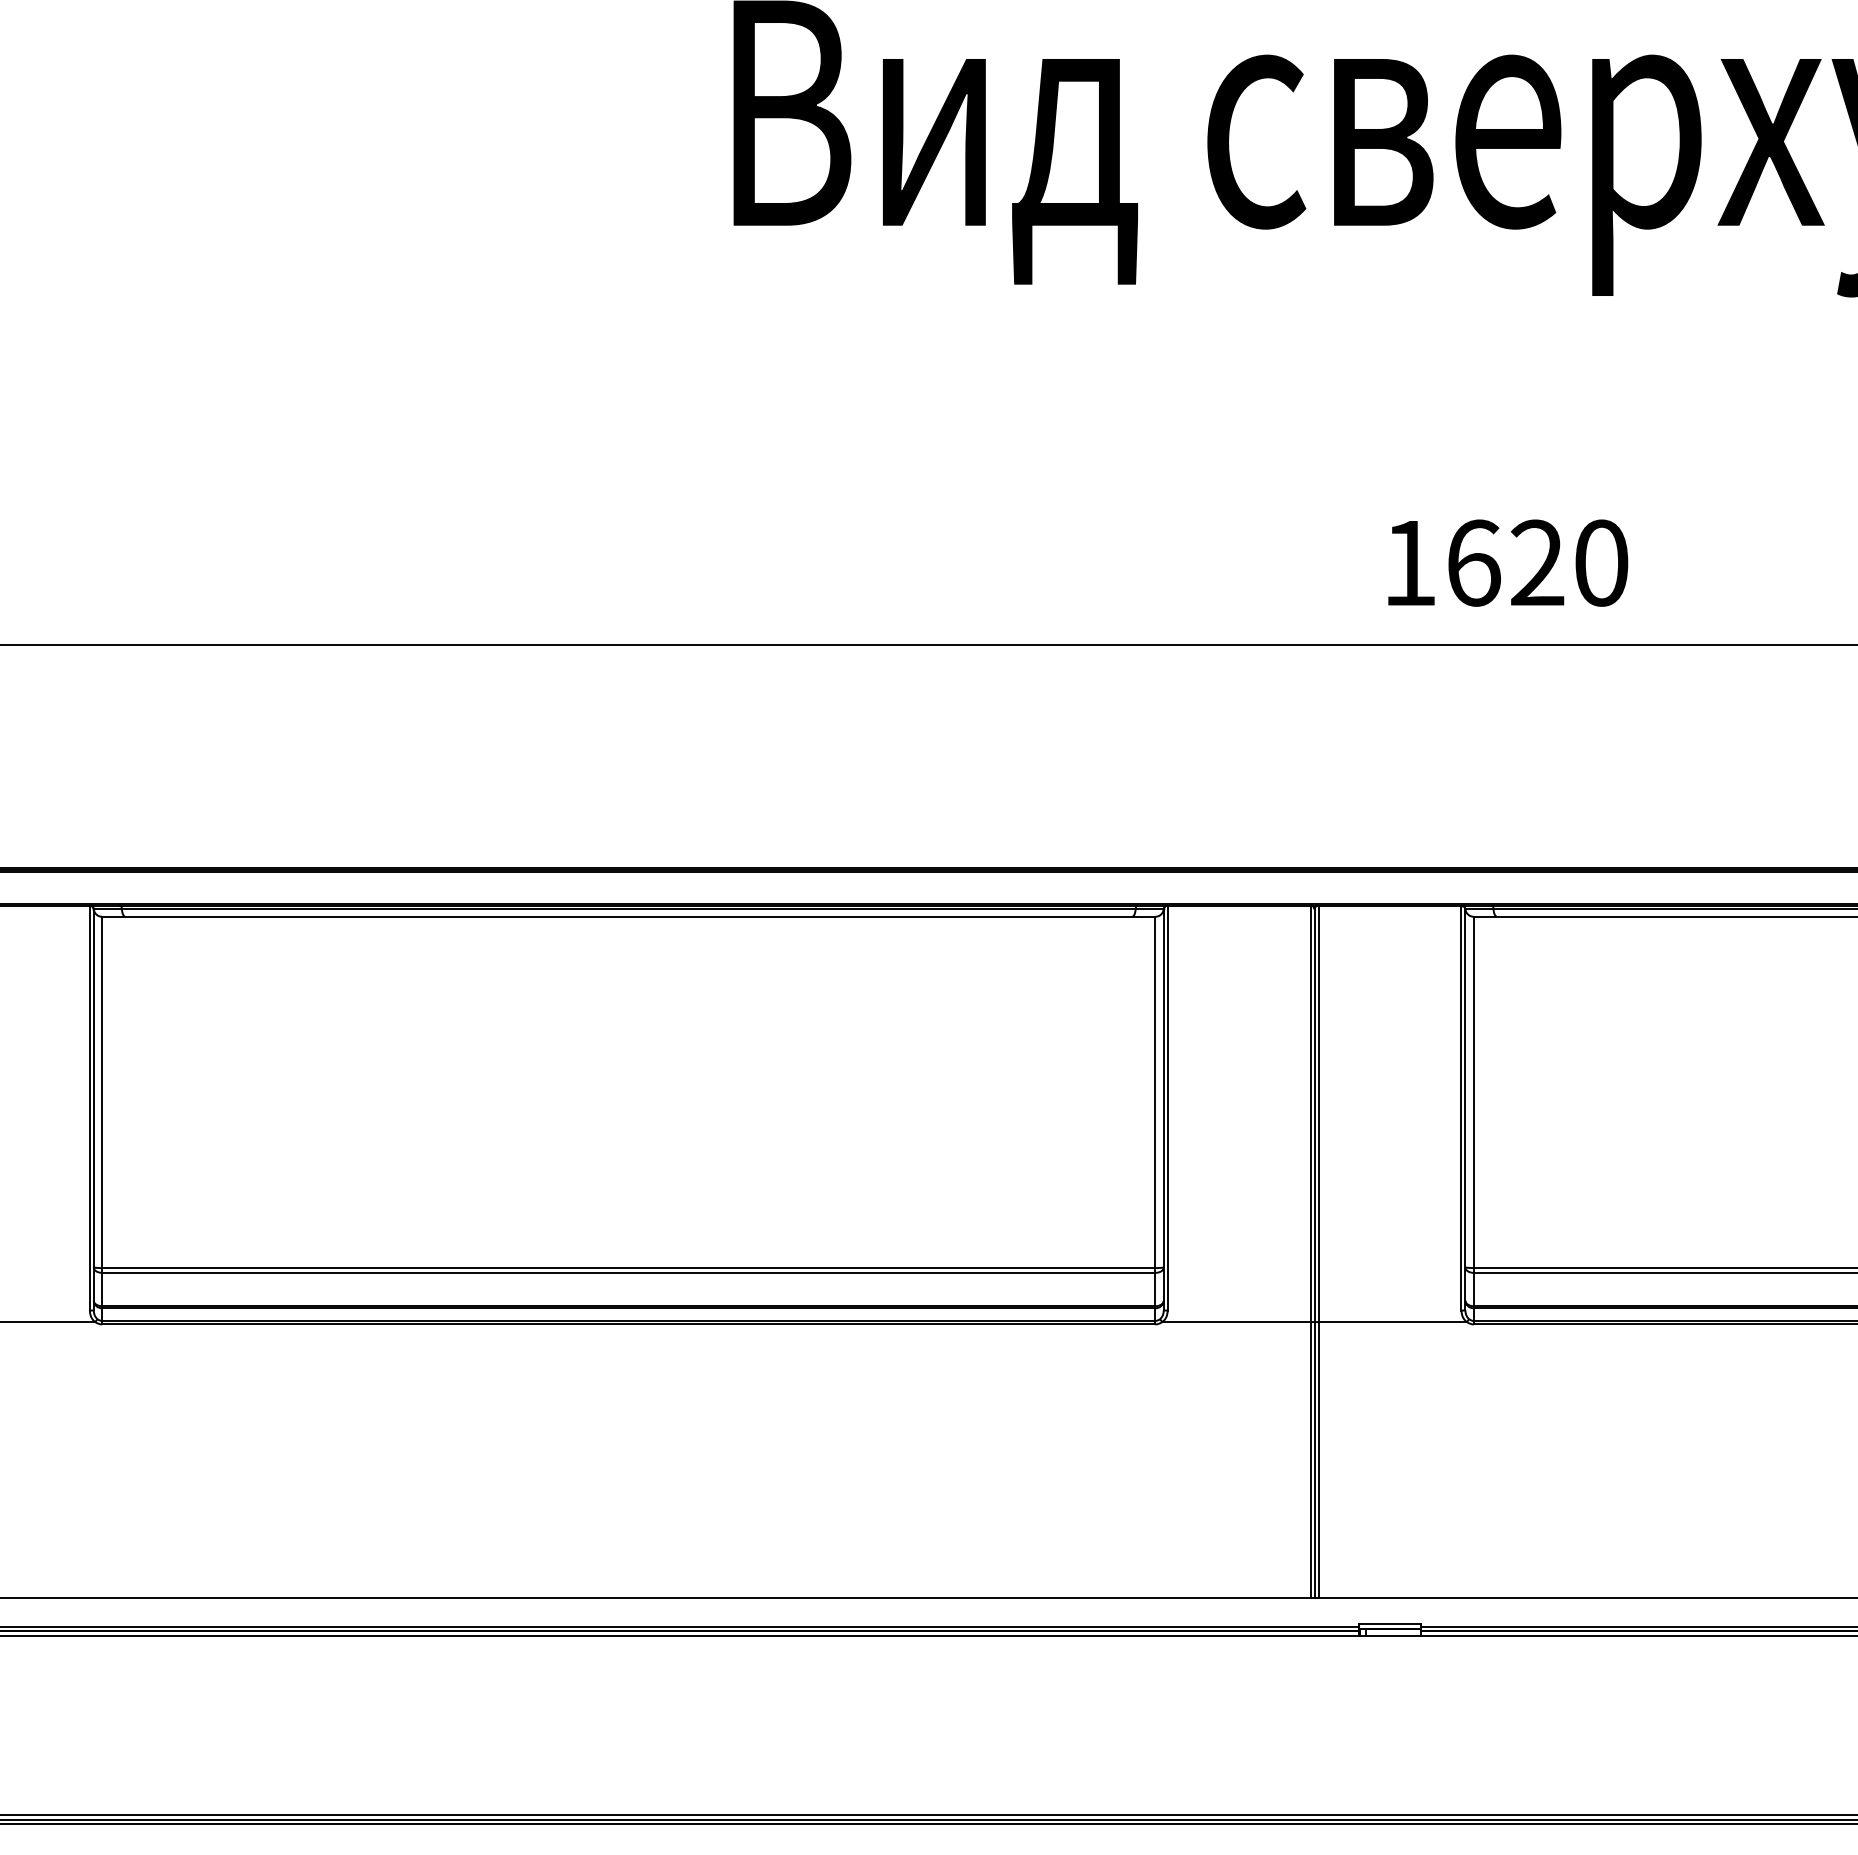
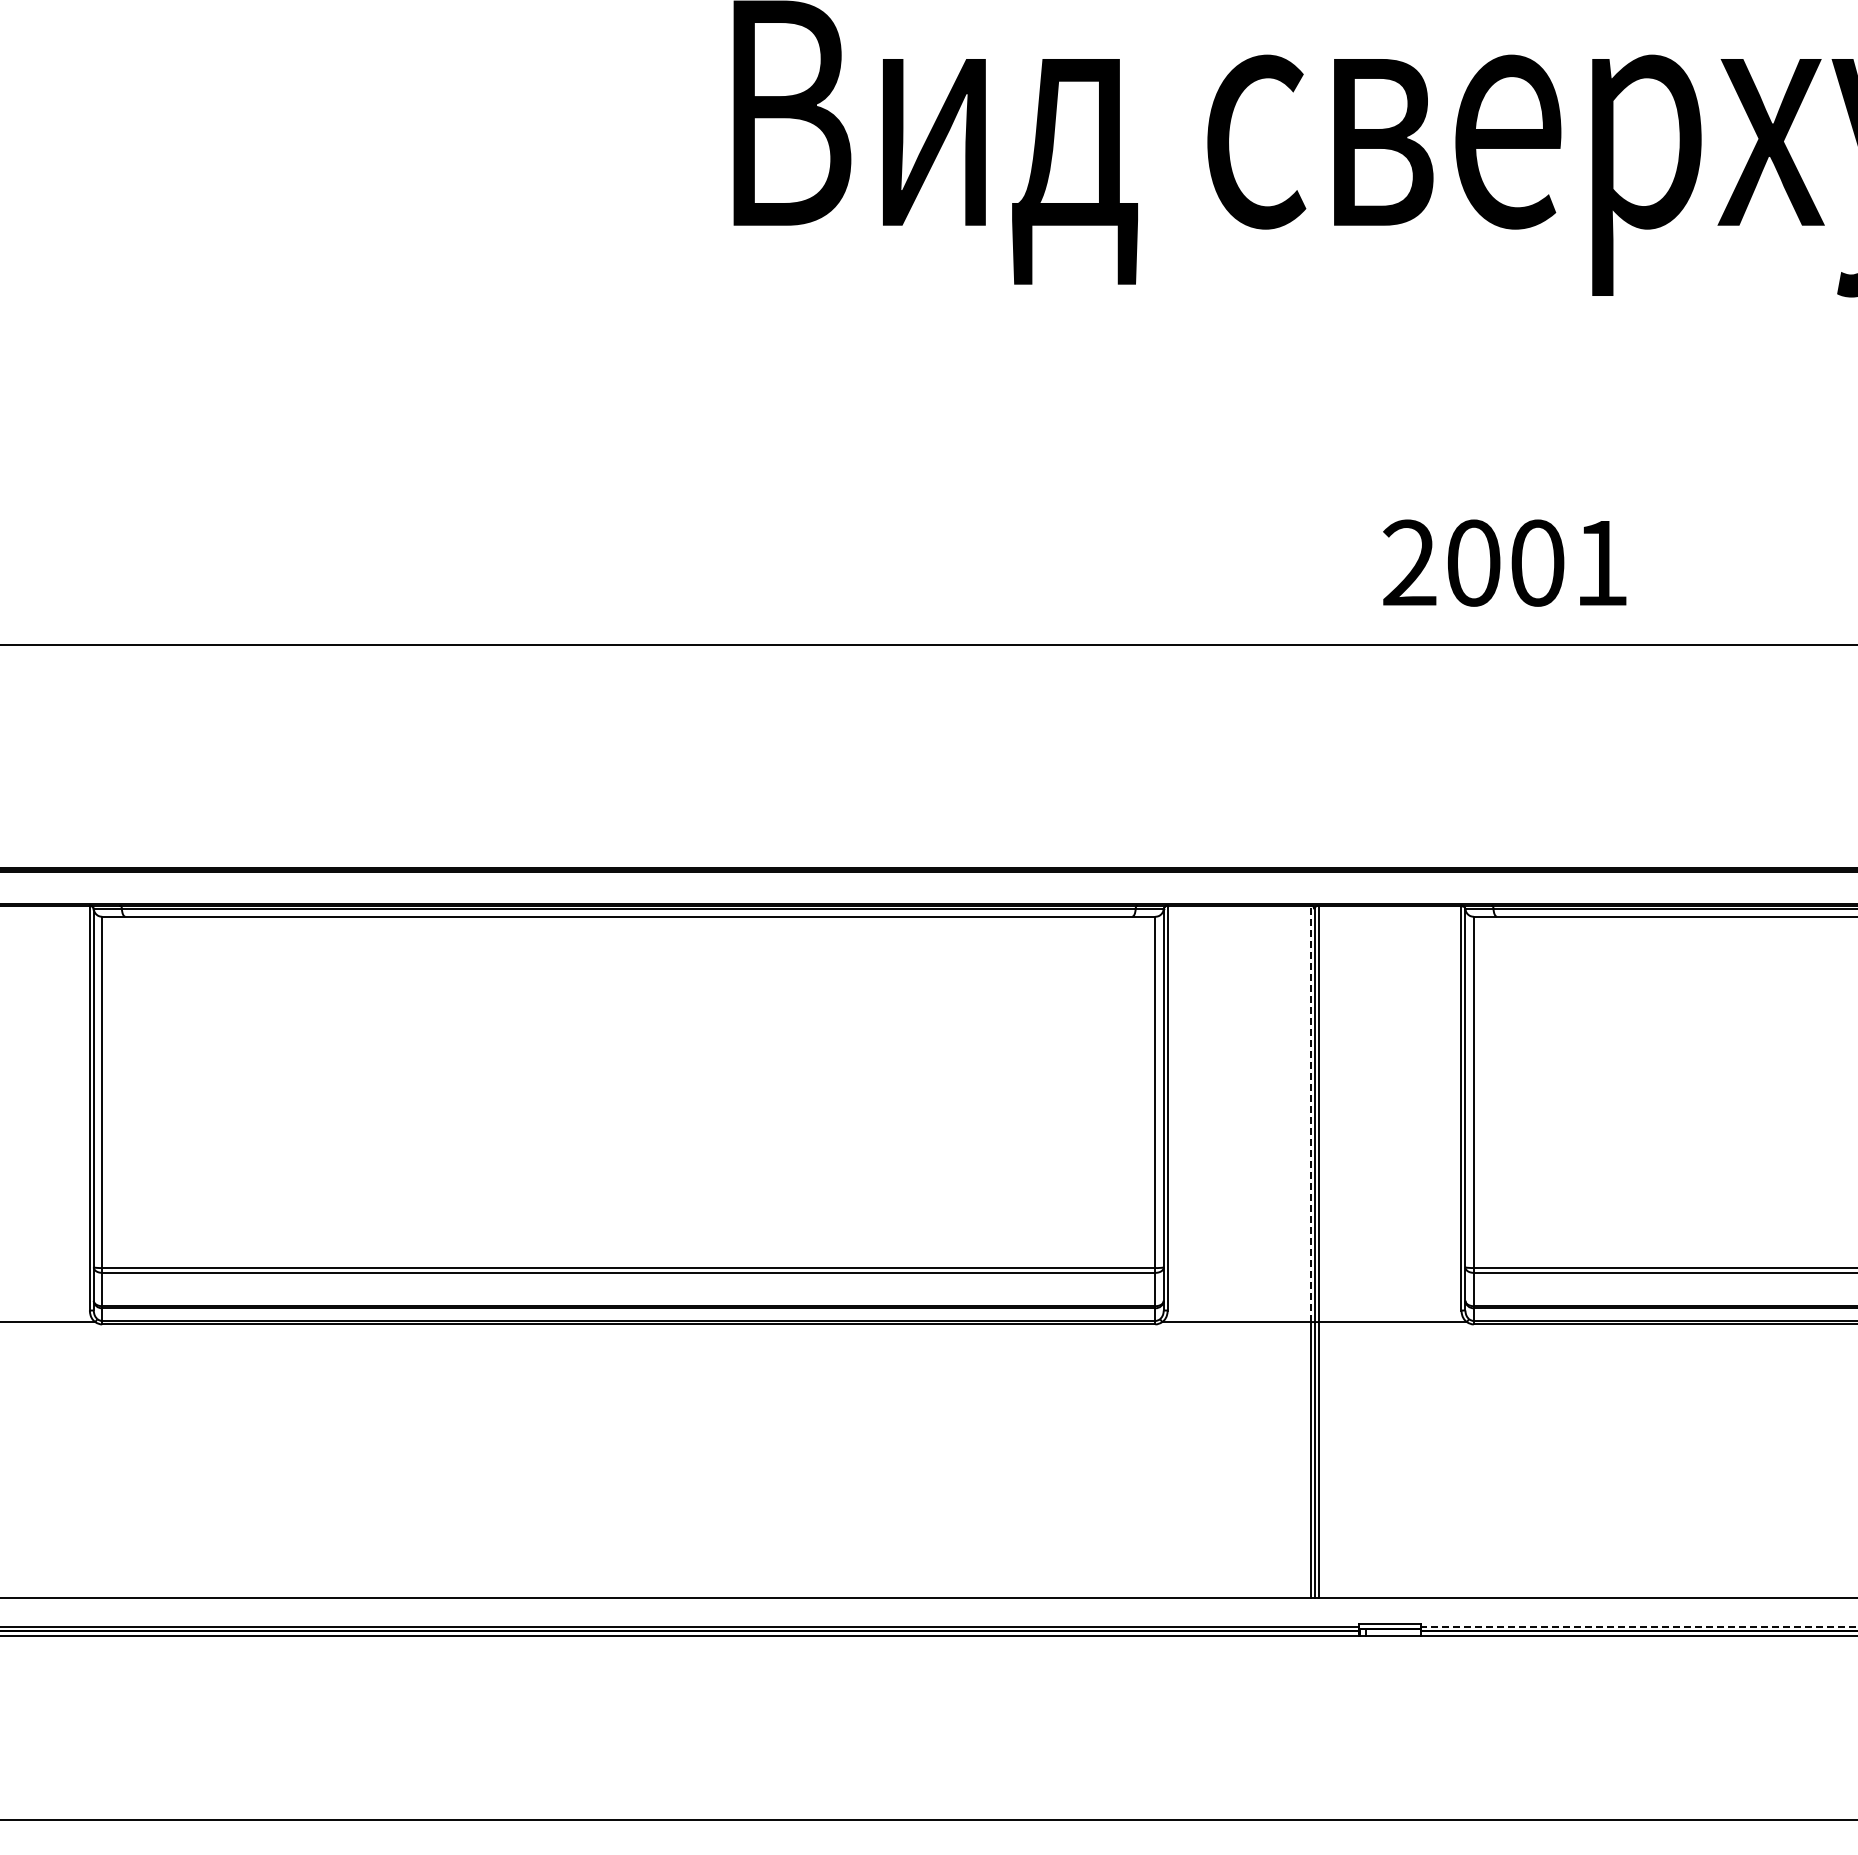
text at (1505, 562): 1620 -> 2001
line at (1310, 1113): solid -> dashed
line at (1638, 1626): solid -> dashed
line at (928, 1815): present -> none
line at (928, 1824): present -> none
